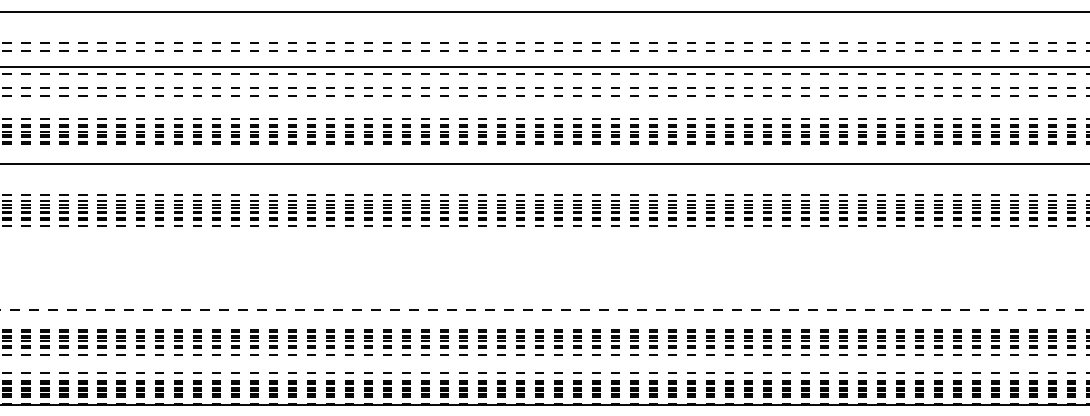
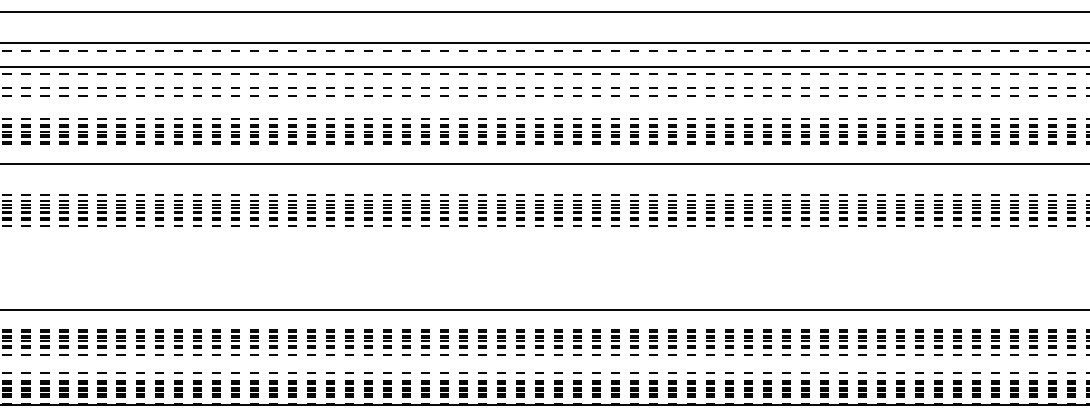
line at (544, 42): dashed -> solid
line at (544, 309): dashed -> solid
